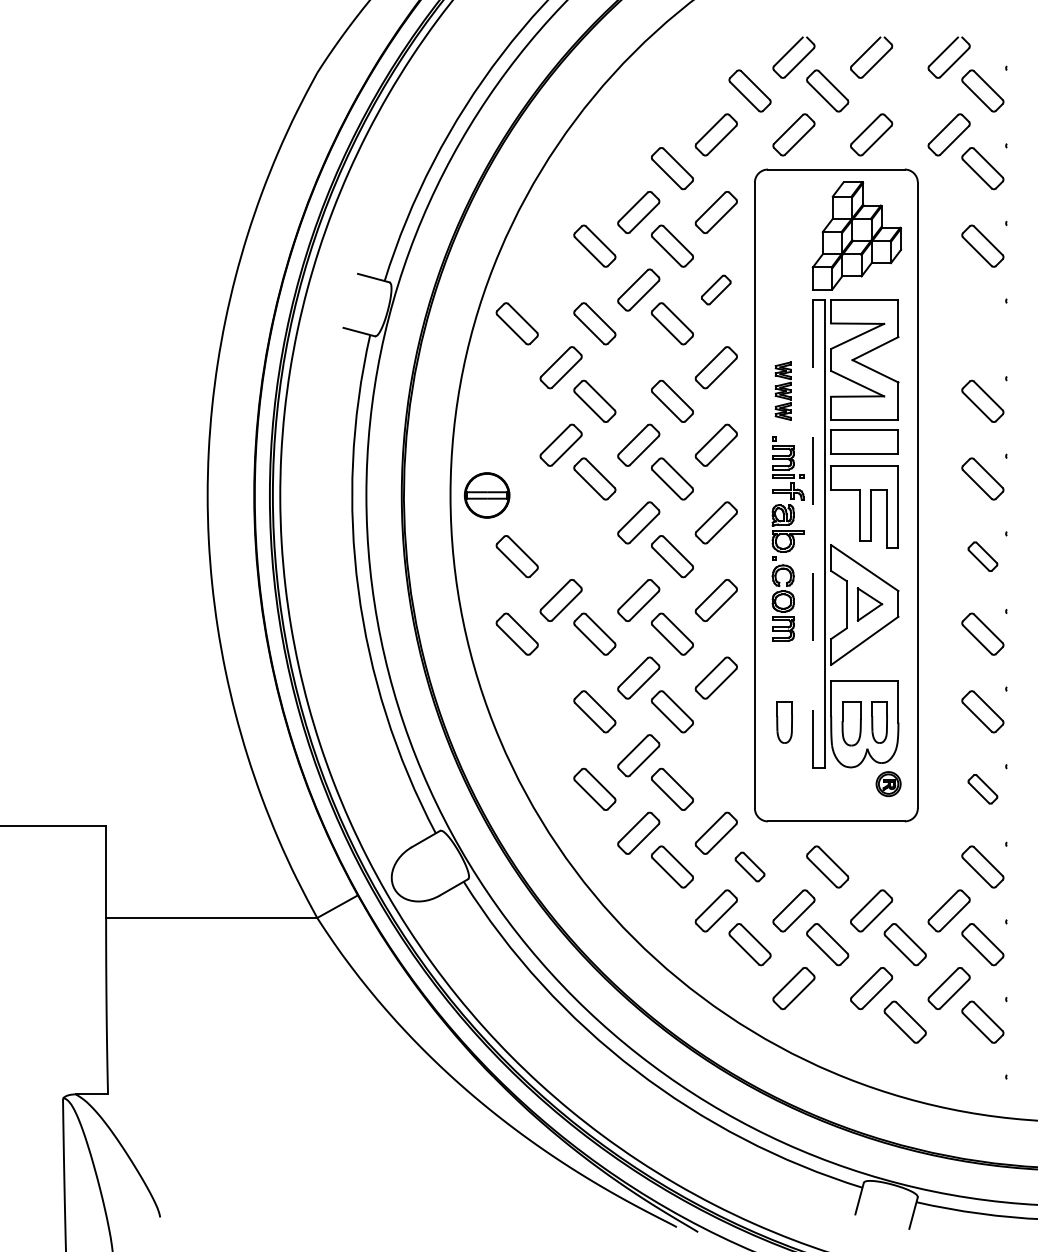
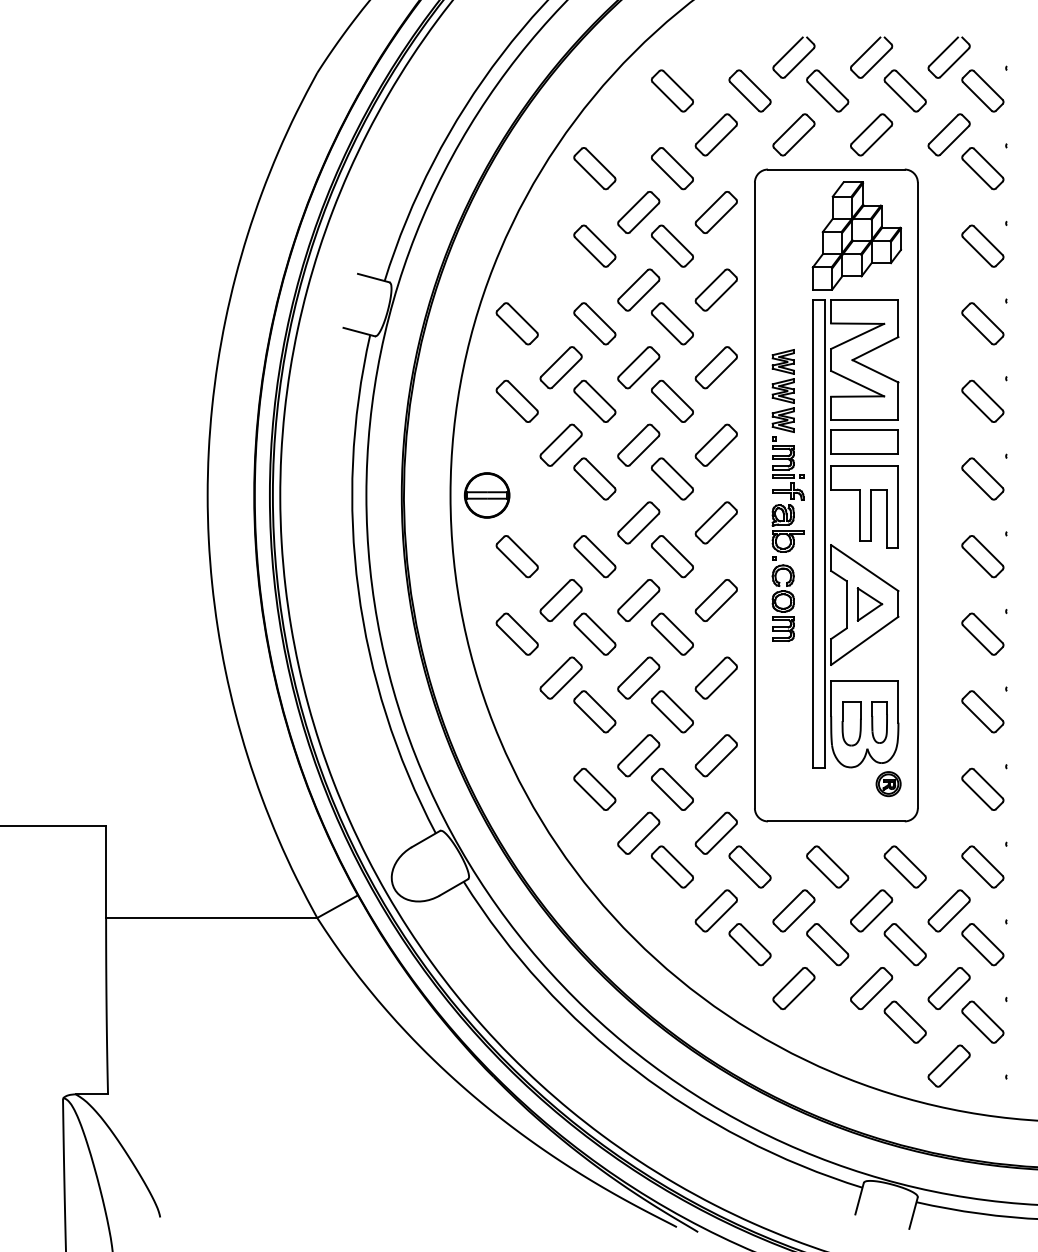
part at (672, 90): none -> present
part at (904, 90): none -> present
part at (594, 168): none -> present
part at (716, 289) size: 31x32 px -> 44x44 px
part at (982, 323): none -> present
part at (638, 367): none -> present
part at (782, 390) size: 18x60 px -> 24x85 px
part at (516, 400): none -> present
line at (812, 533): dashed -> solid
part at (594, 556): none -> present
part at (982, 556) size: 32x31 px -> 44x44 px
part at (560, 677): none -> present
part at (784, 722): present -> none
part at (715, 755): none -> present
part at (982, 789) size: 32x31 px -> 44x44 px
part at (749, 866) size: 32x32 px -> 44x44 px
part at (904, 866): none -> present
part at (948, 1065): none -> present
